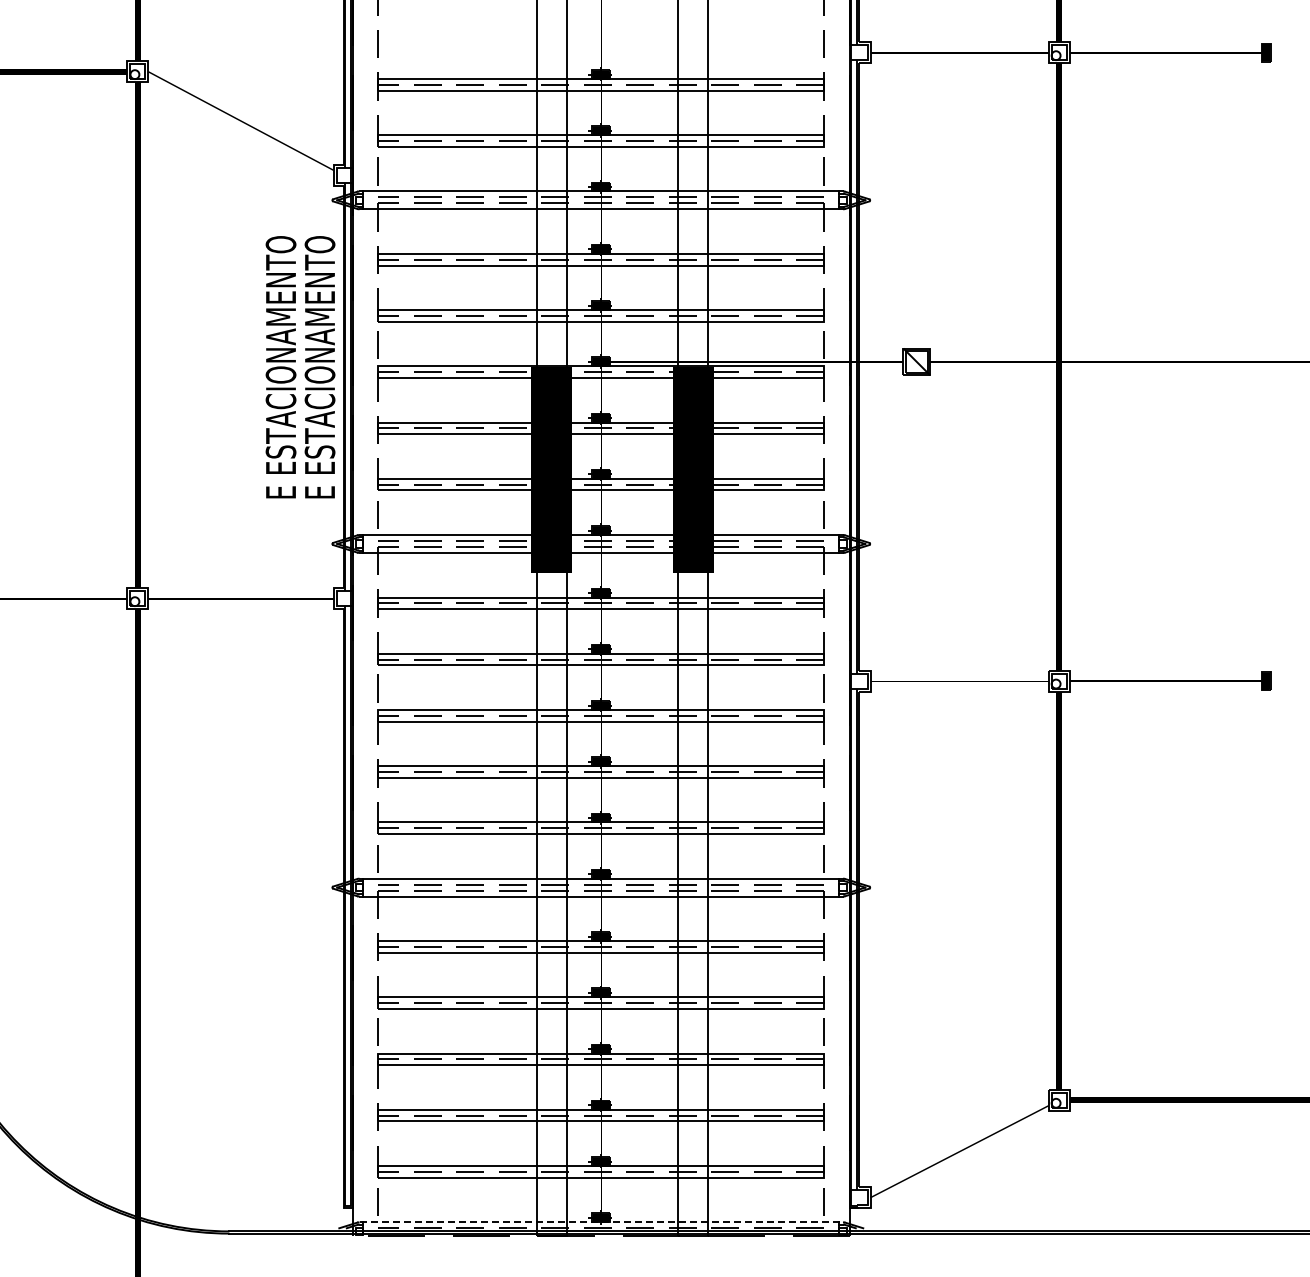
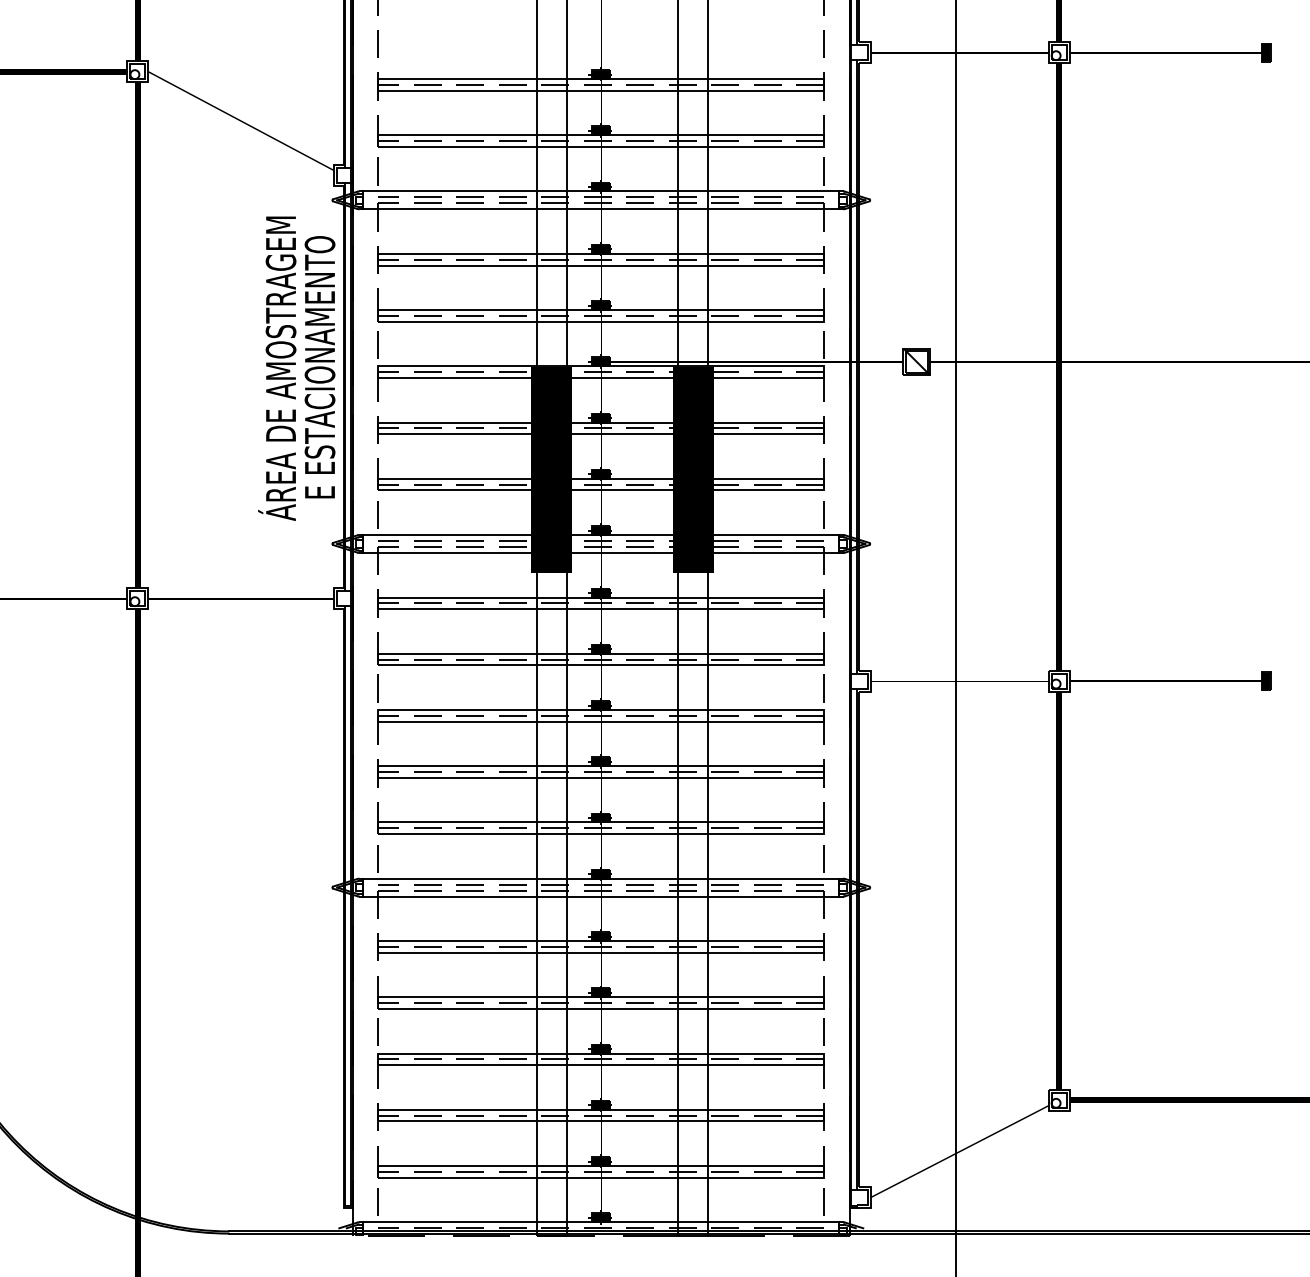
text at (277, 368): E ESTACIONAMENTO -> ÁREA DE AMOSTRAGEM
line at (955, 637): none -> present
line at (601, 1222): dashed -> solid
